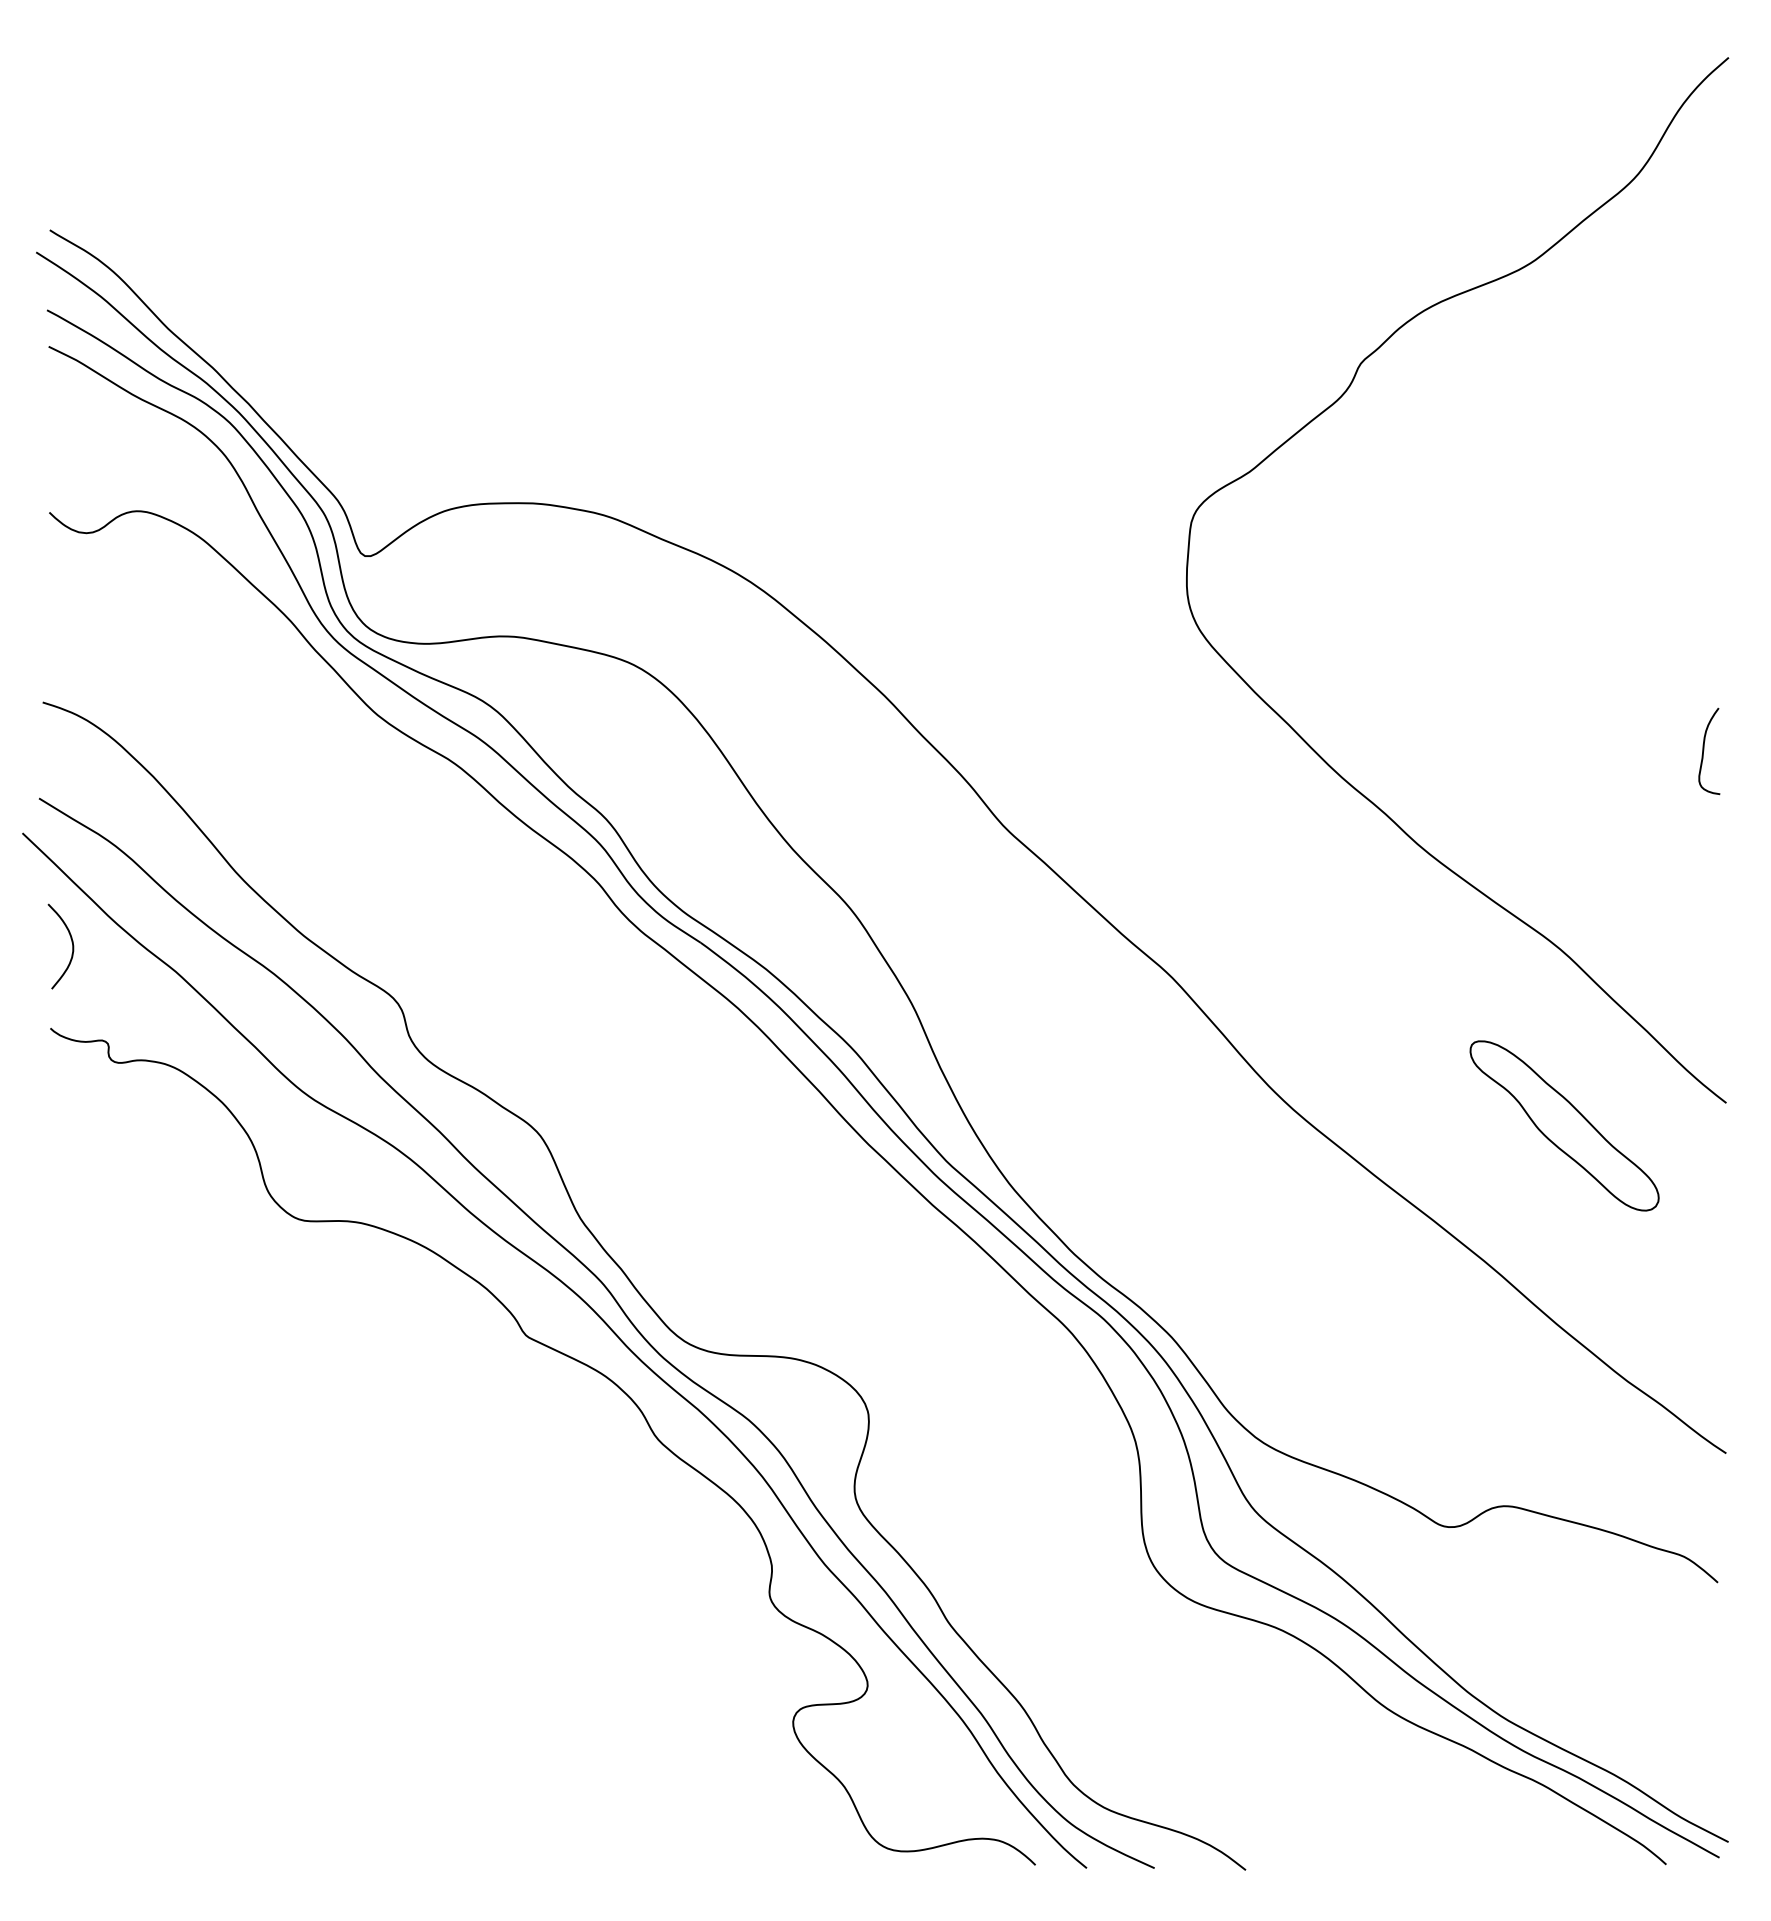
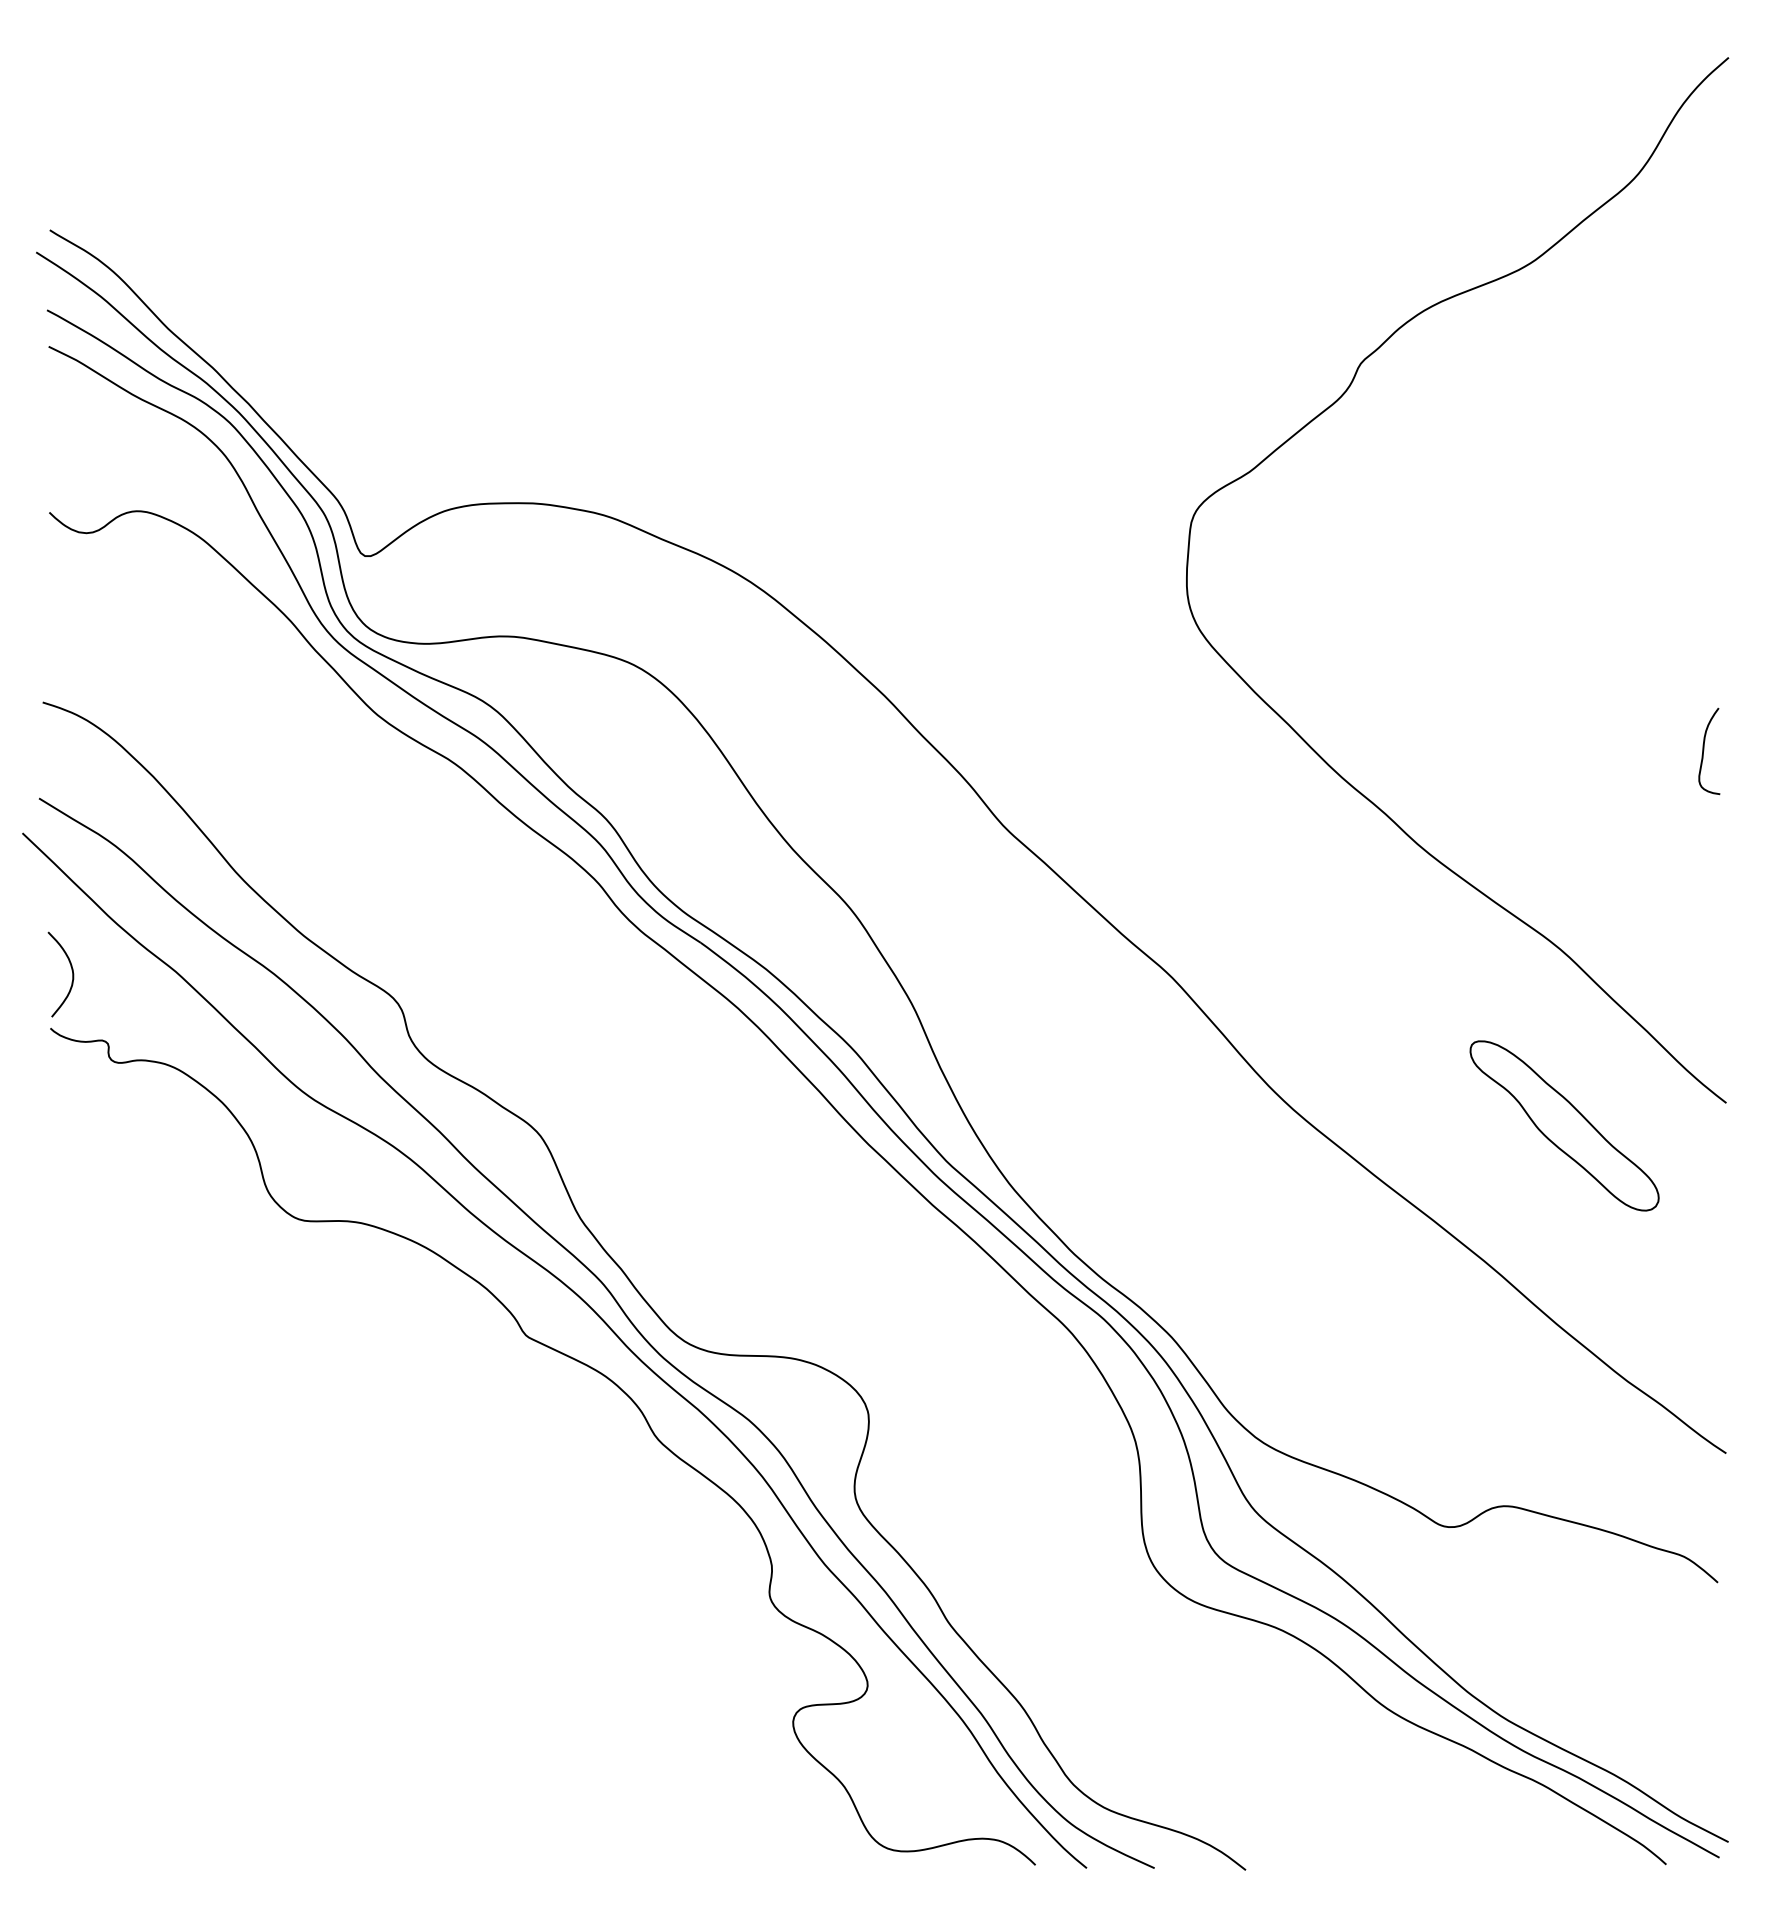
curve at (71, 942) position: (71, 942) -> (71, 970)
